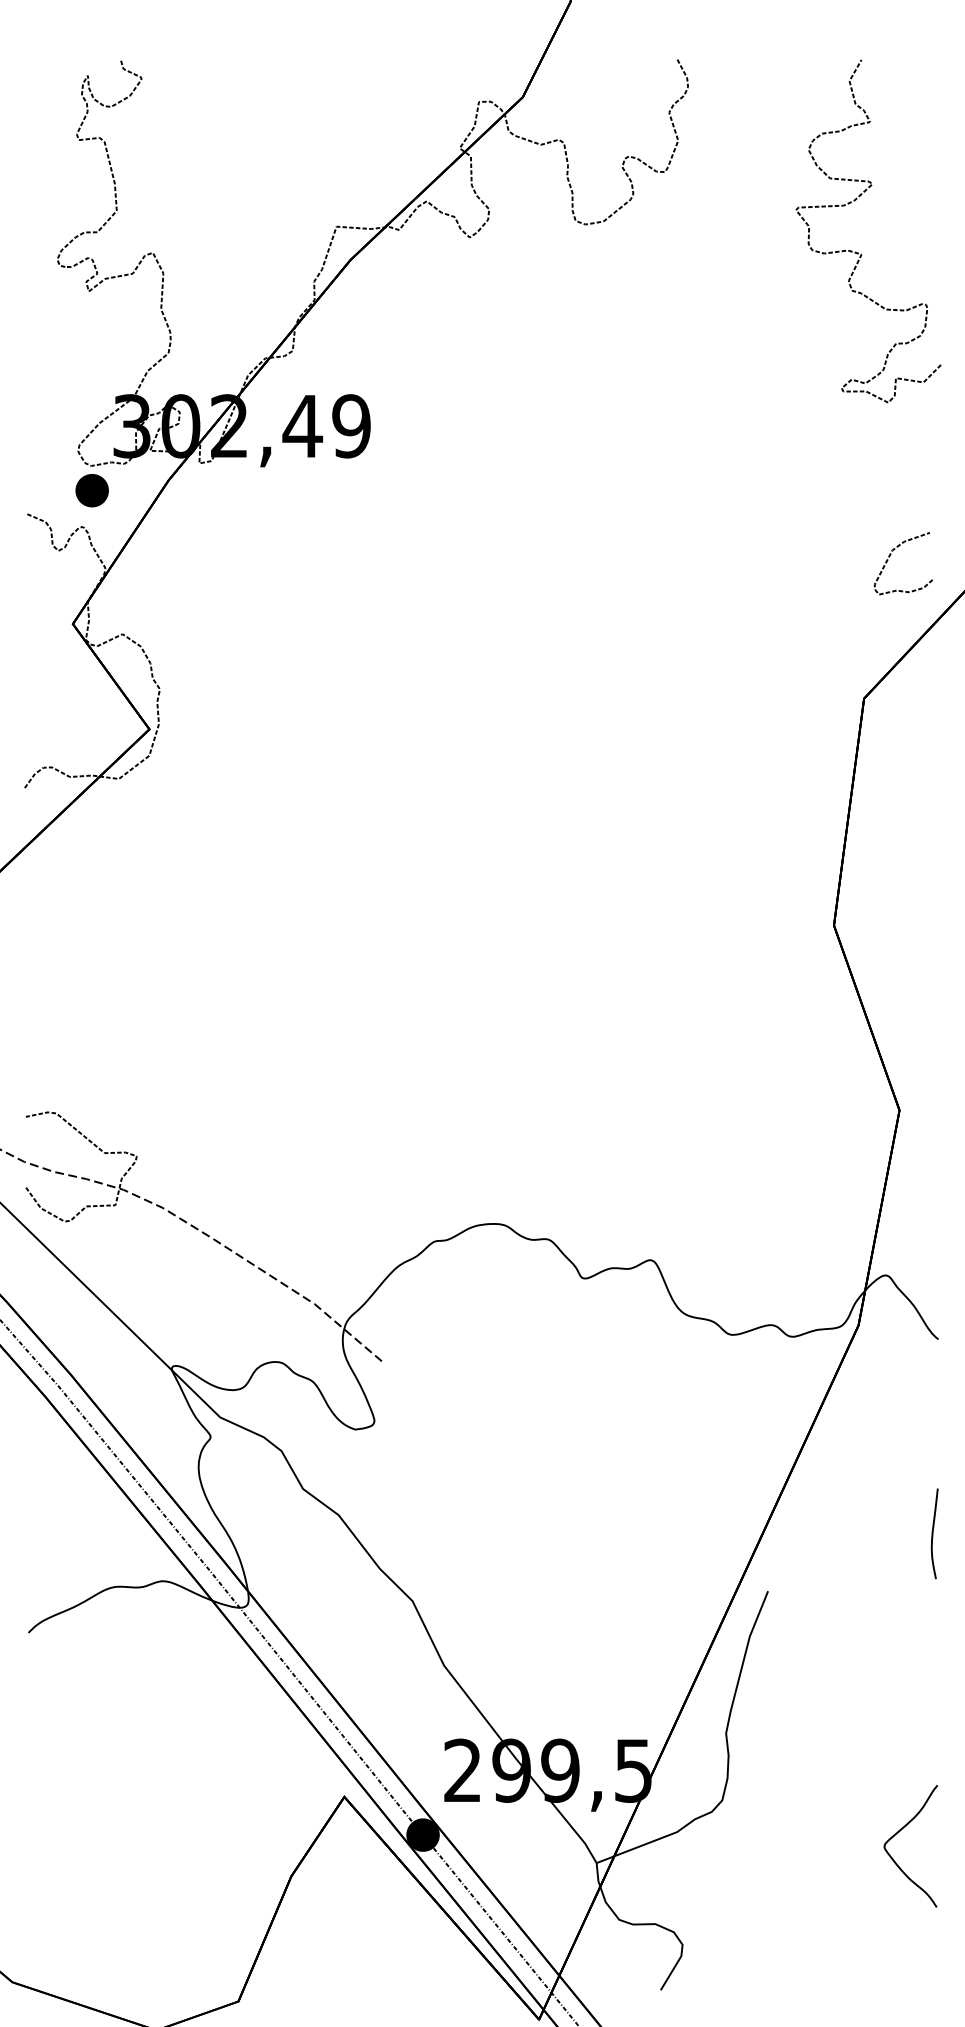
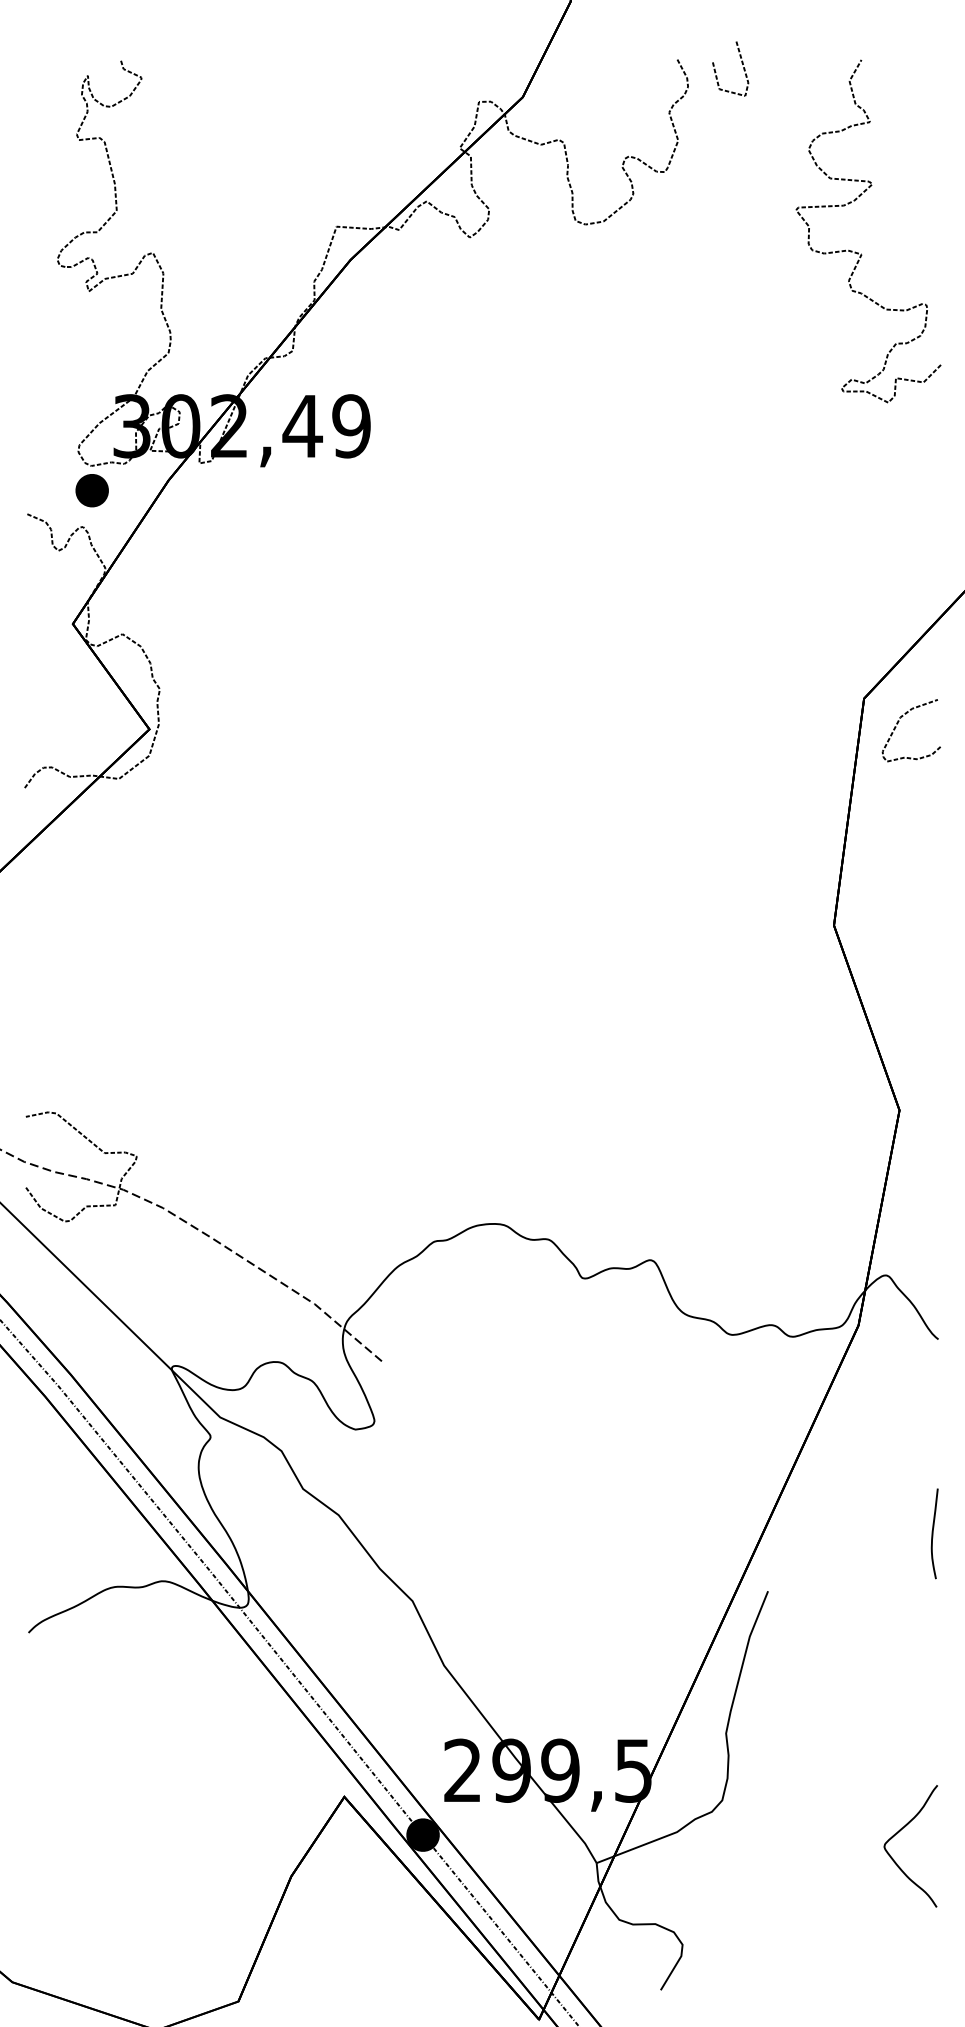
line at (741, 63): none -> present
curve at (890, 556) position: (890, 556) -> (898, 723)
